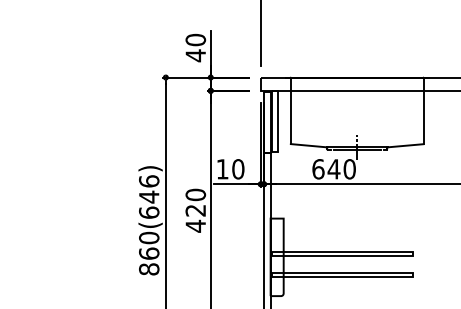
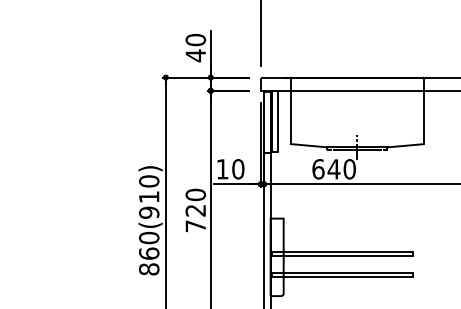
text at (149, 196): 860(646) -> 860(910)
text at (195, 225): 420 -> 720
